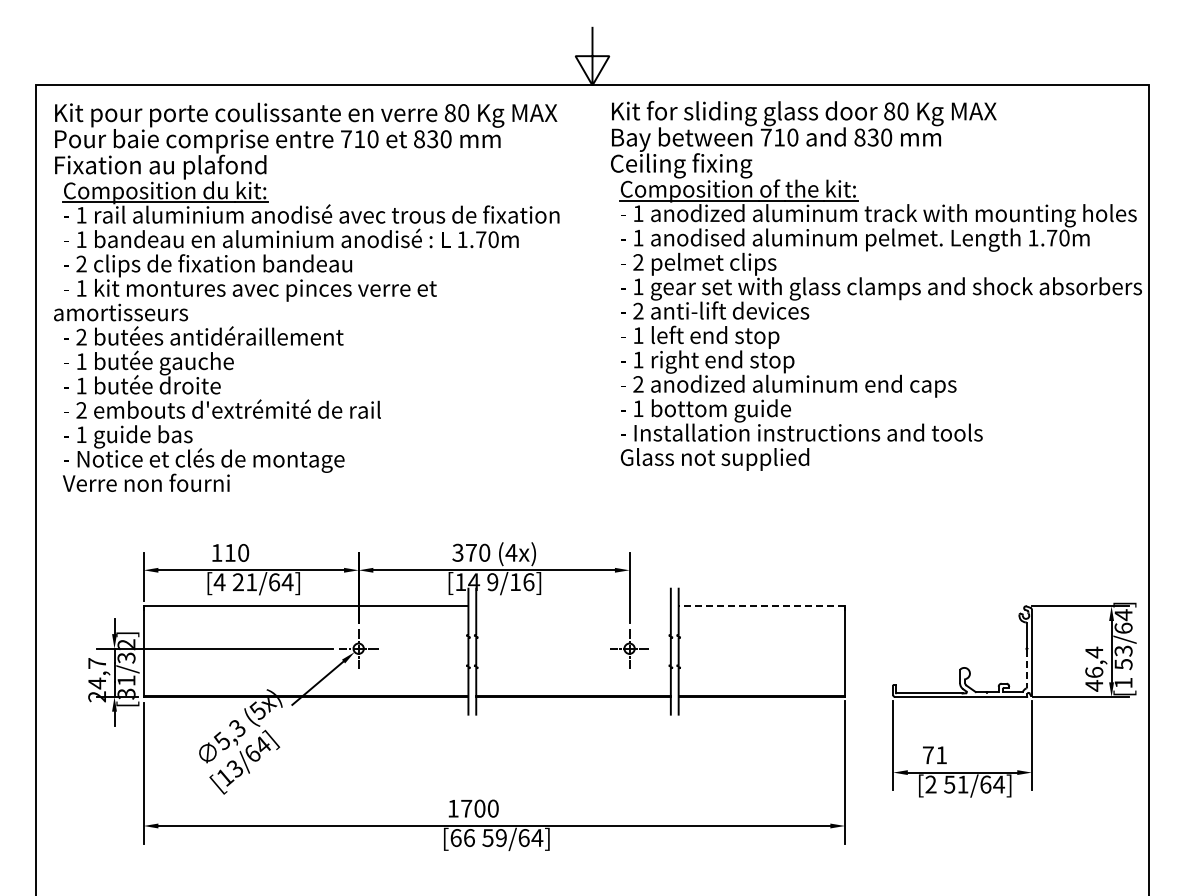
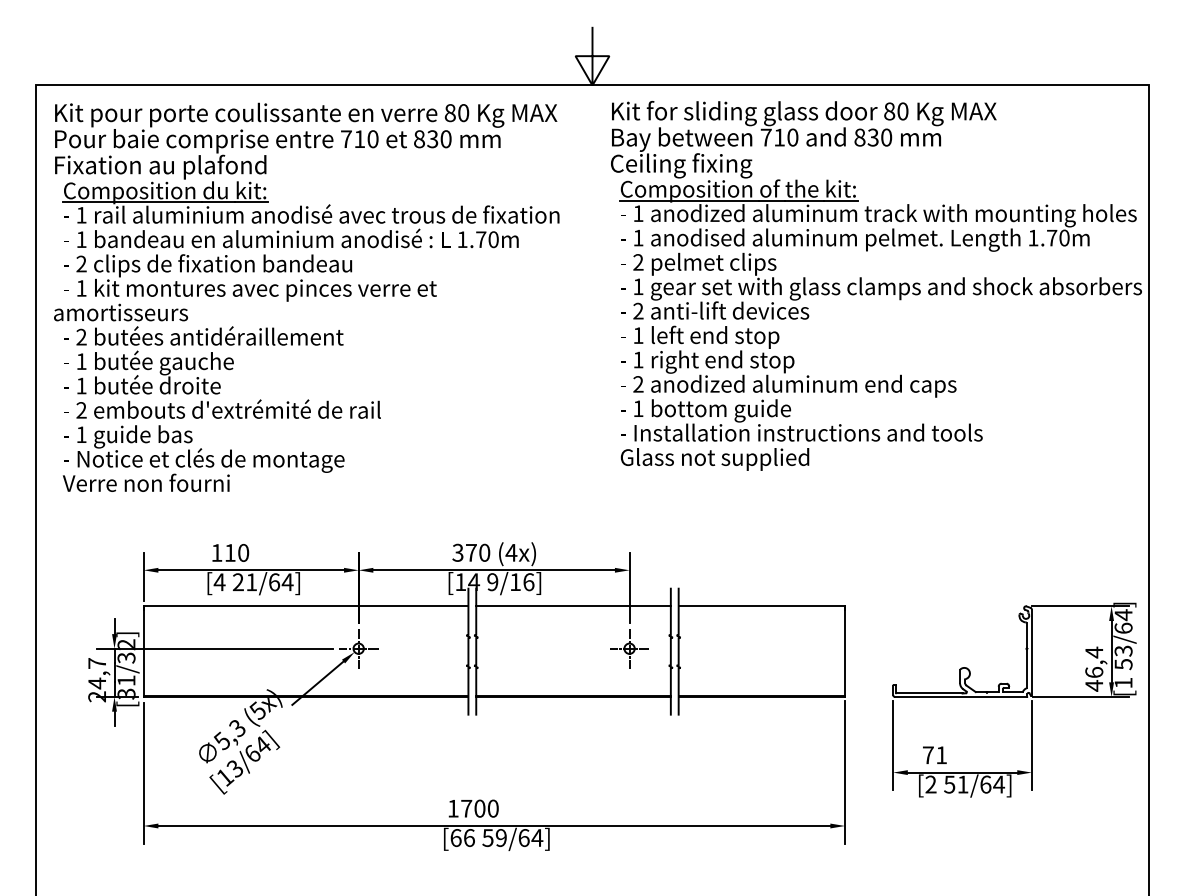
line at (573, 606): none -> present
line at (761, 606): dashed -> solid
line at (1026, 669): dashed -> solid
